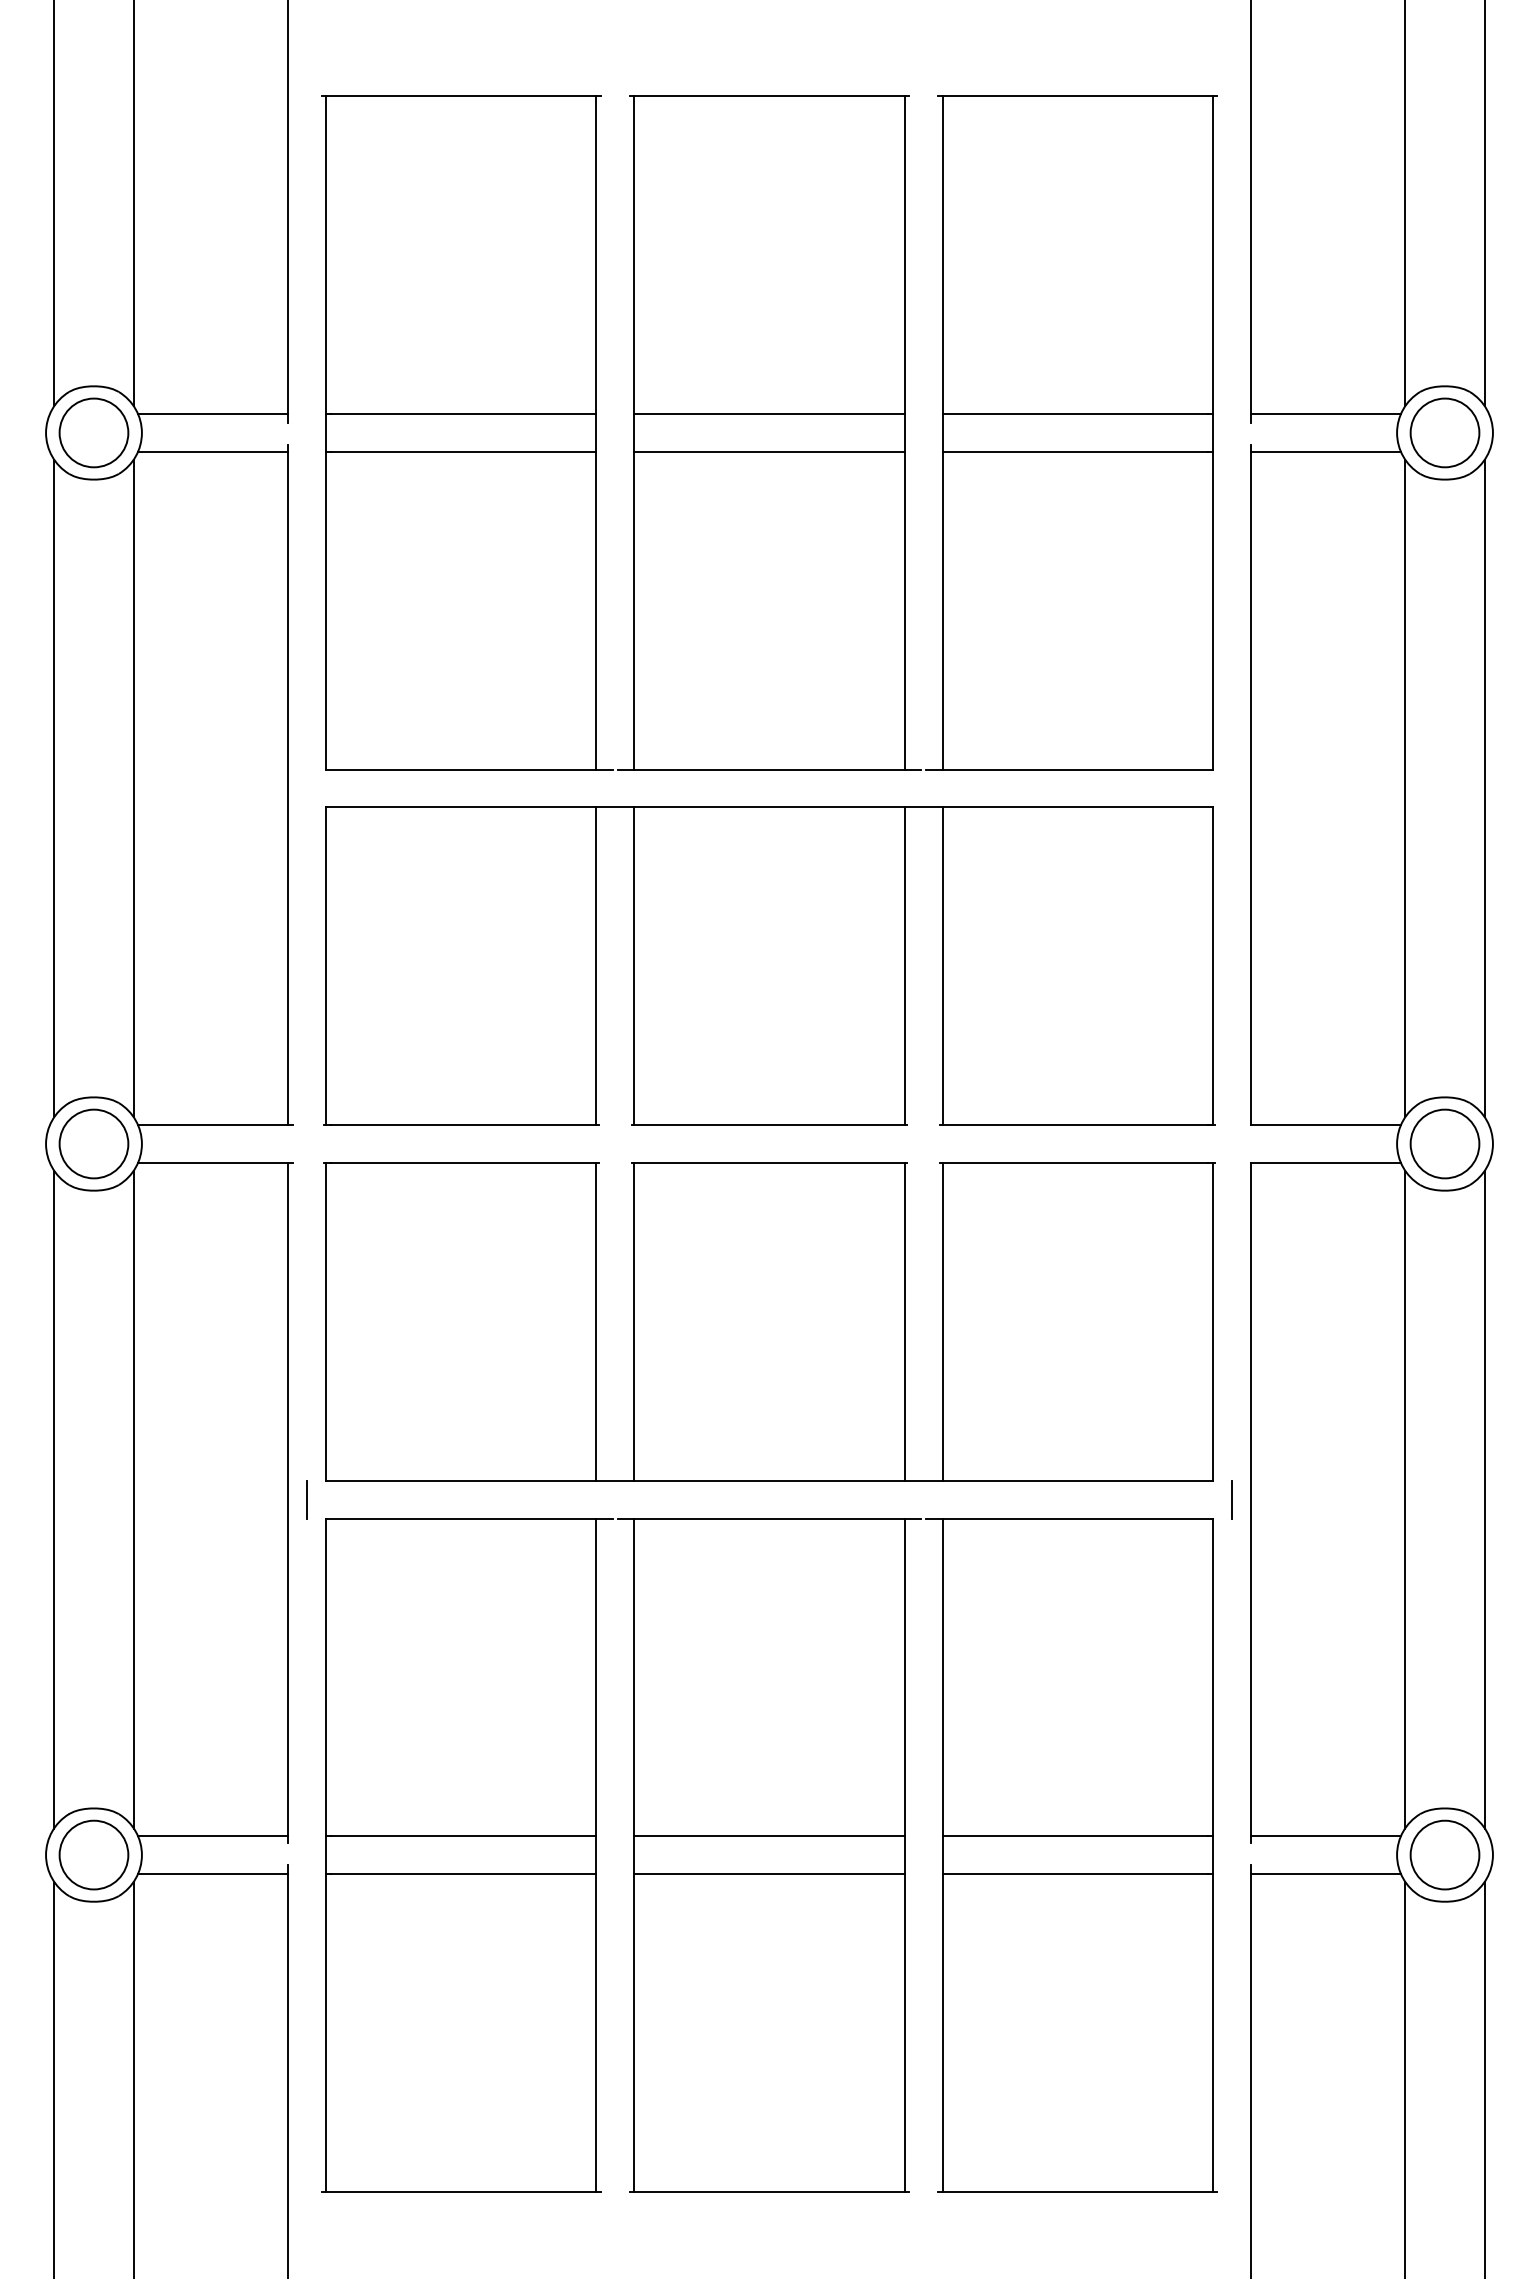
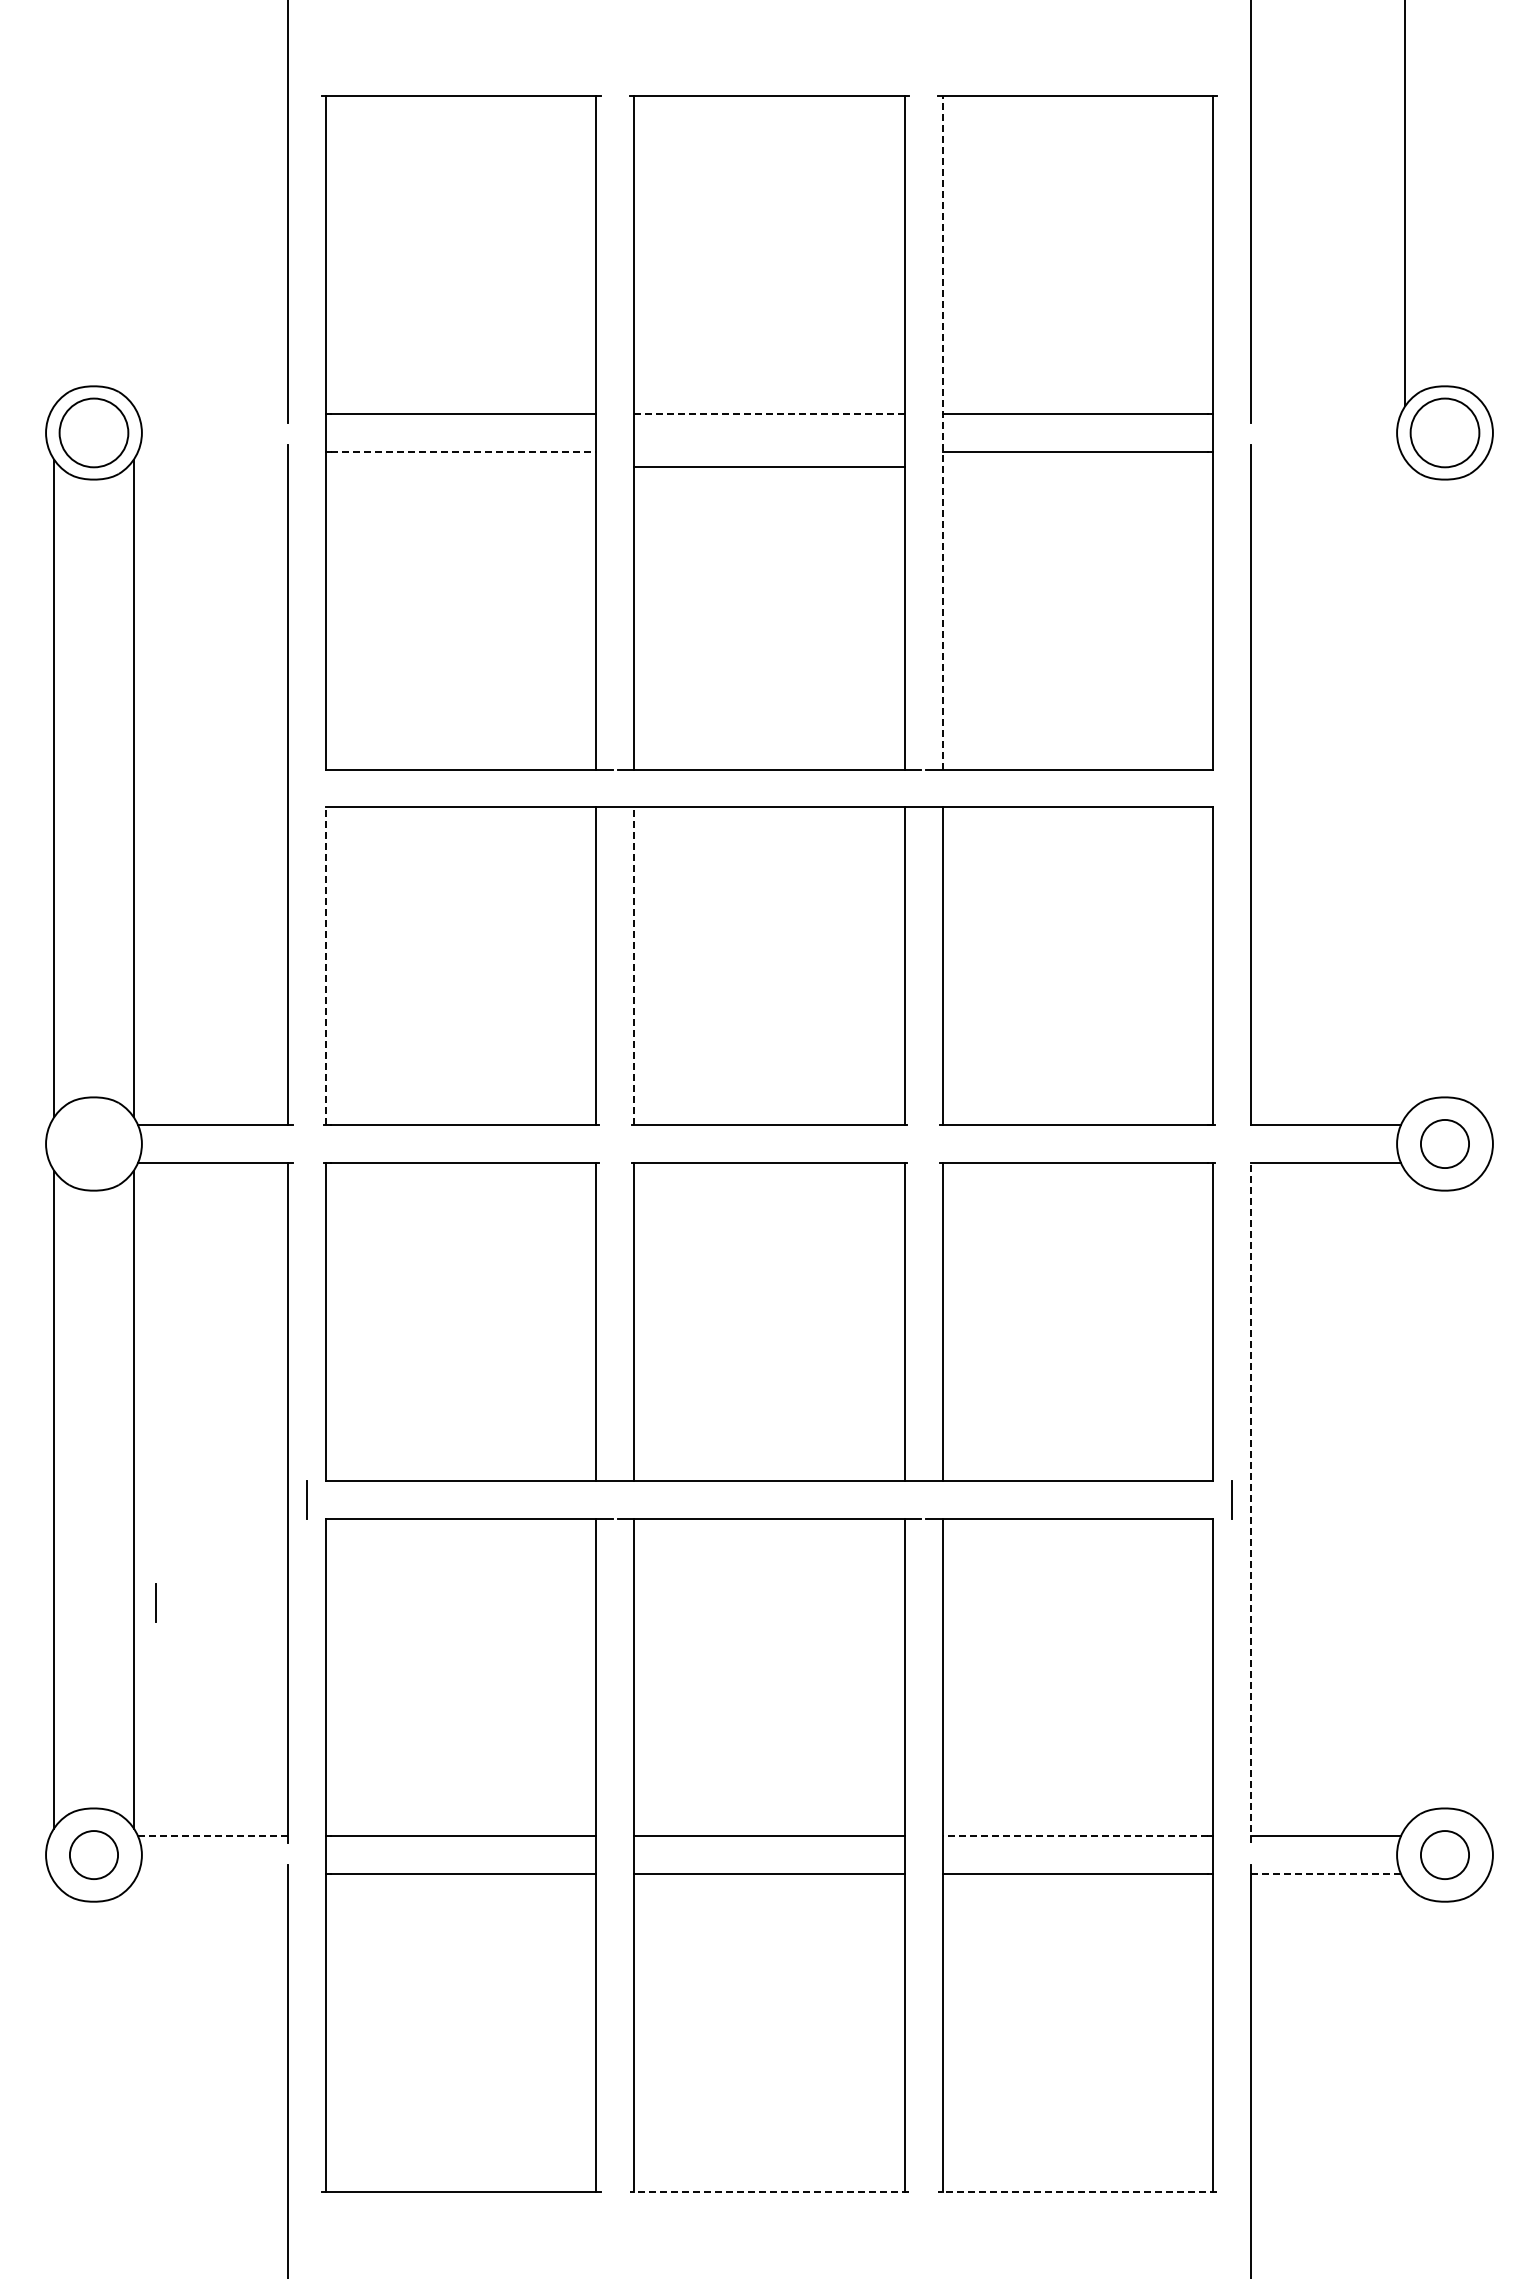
line at (54, 204): present -> none
line at (133, 204): present -> none
line at (1484, 204): present -> none
line at (213, 414): present -> none
line at (769, 414): solid -> dashed
line at (1325, 414): present -> none
line at (942, 432): solid -> dashed
line at (213, 451): present -> none
line at (463, 451): solid -> dashed
line at (769, 451) position: (769, 451) -> (769, 466)
line at (1325, 451): present -> none
line at (1405, 788): present -> none
line at (1484, 788): present -> none
line at (326, 966): solid -> dashed
line at (634, 966): solid -> dashed
circle at (93, 1143): present -> none
circle at (1444, 1143) diameter: 69 px -> 48 px
line at (1405, 1499): present -> none
line at (1484, 1499): present -> none
line at (1250, 1502): solid -> dashed
line at (155, 1602): none -> present
line at (212, 1836): solid -> dashed
line at (1075, 1836): solid -> dashed
circle at (93, 1854) diameter: 69 px -> 48 px
circle at (1444, 1854) diameter: 69 px -> 48 px
line at (213, 1874): present -> none
line at (1326, 1874): solid -> dashed
line at (54, 2078): present -> none
line at (133, 2078): present -> none
line at (1405, 2078): present -> none
line at (1484, 2078): present -> none
line at (769, 2191): solid -> dashed
line at (1077, 2191): solid -> dashed
